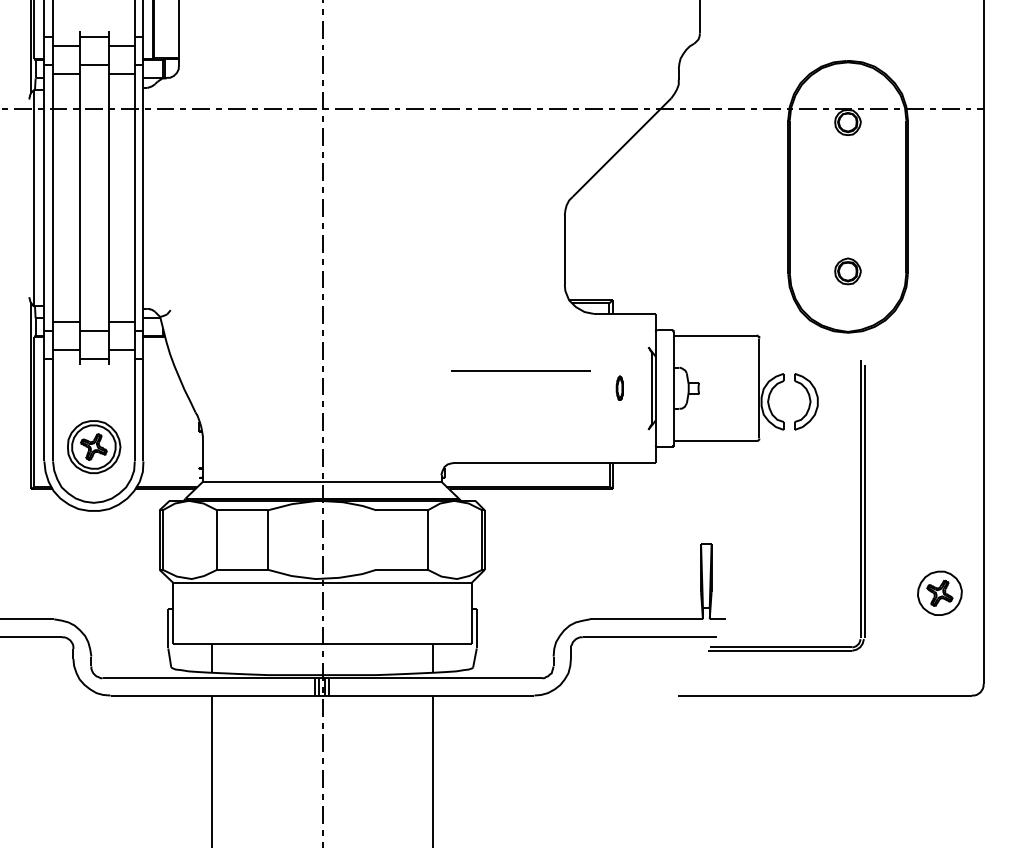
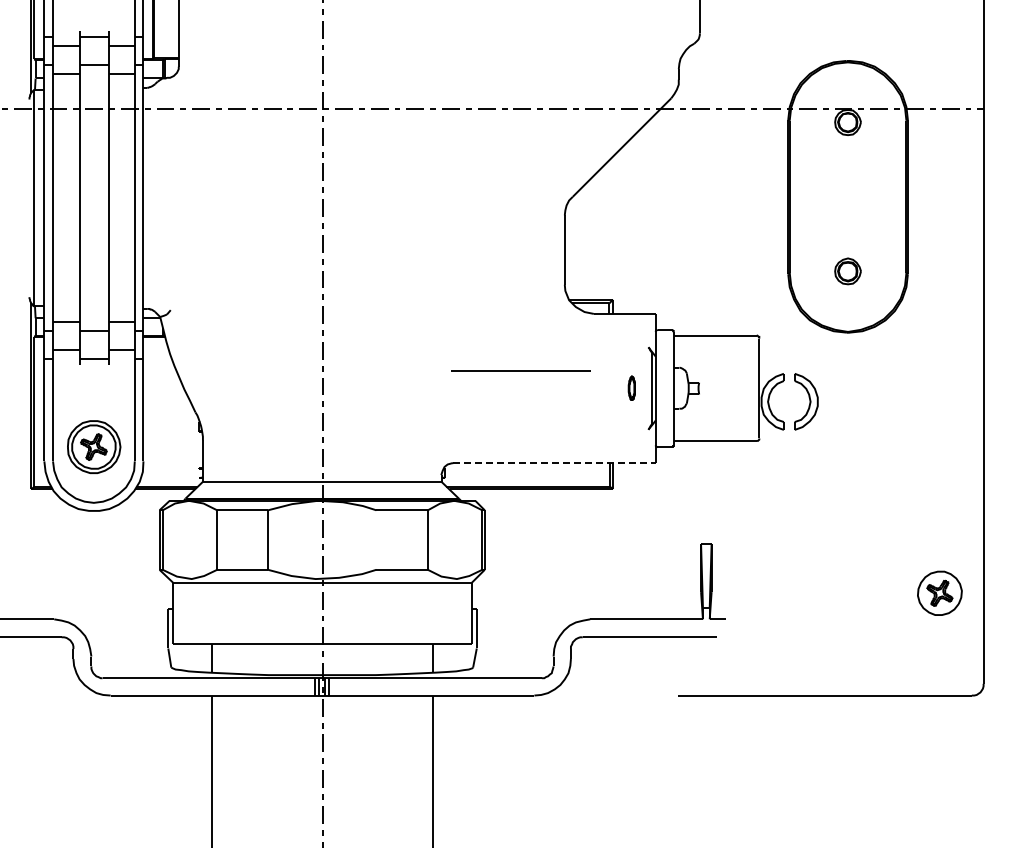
part at (619, 387) position: (619, 387) -> (631, 387)
line at (555, 463): solid -> dashed
part at (860, 505): present -> none
